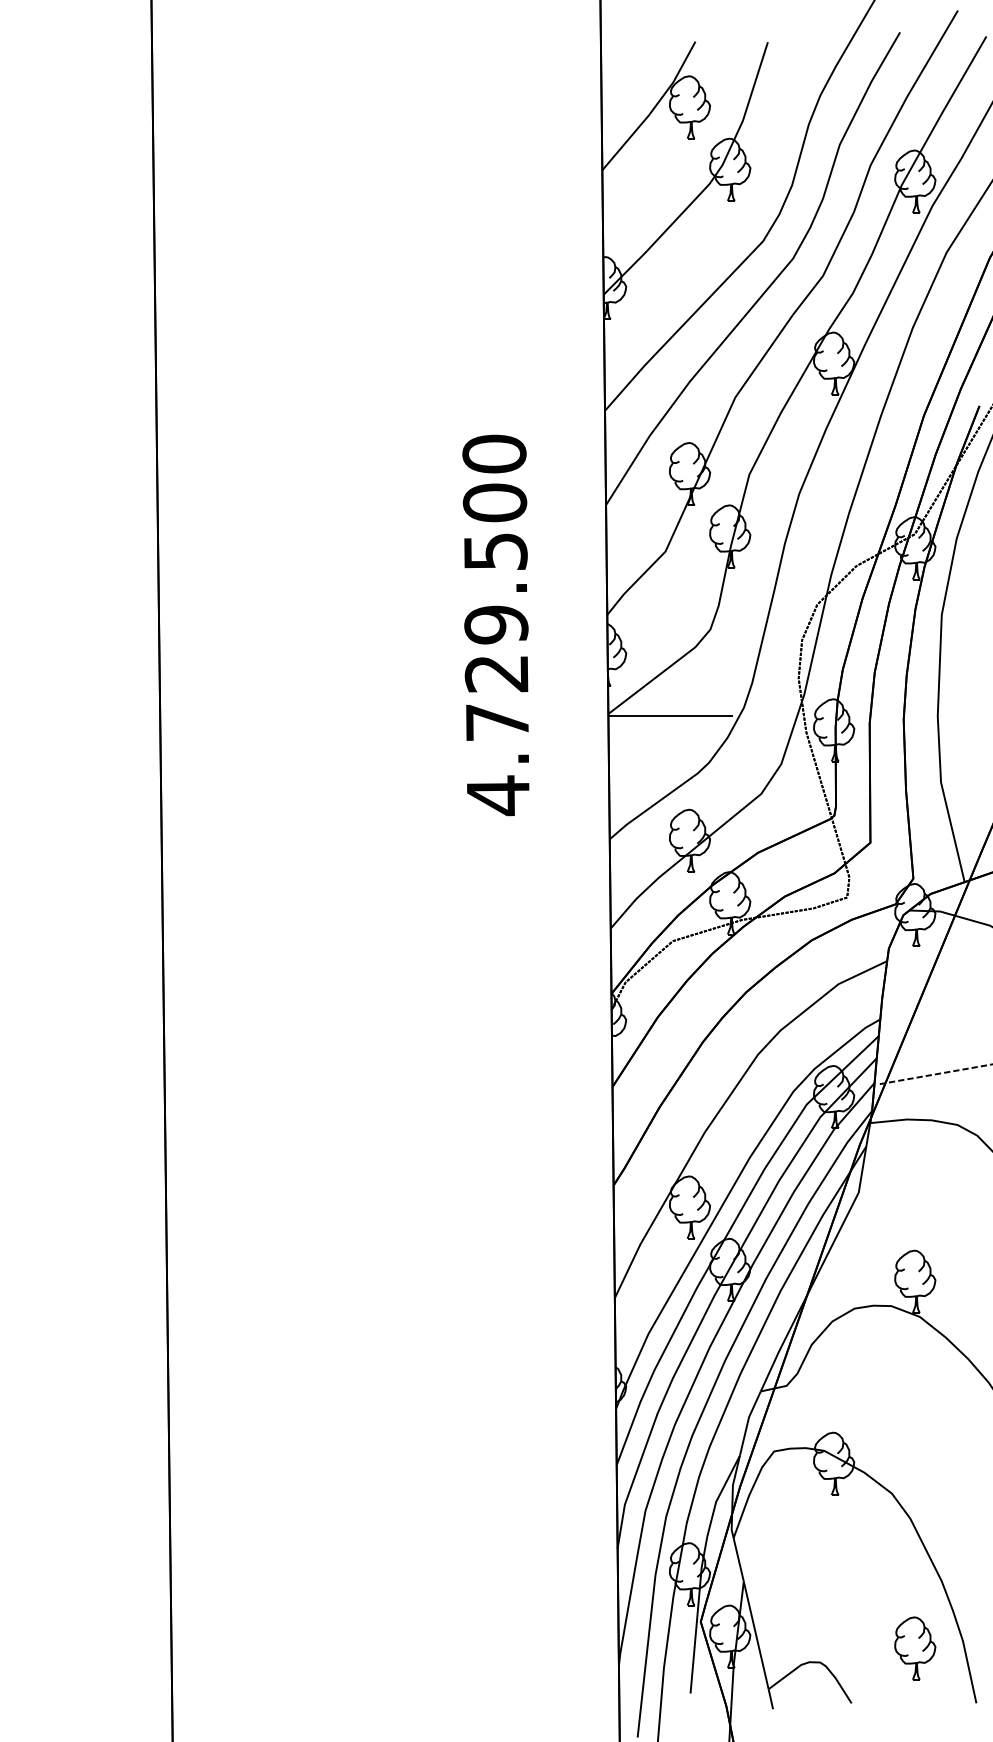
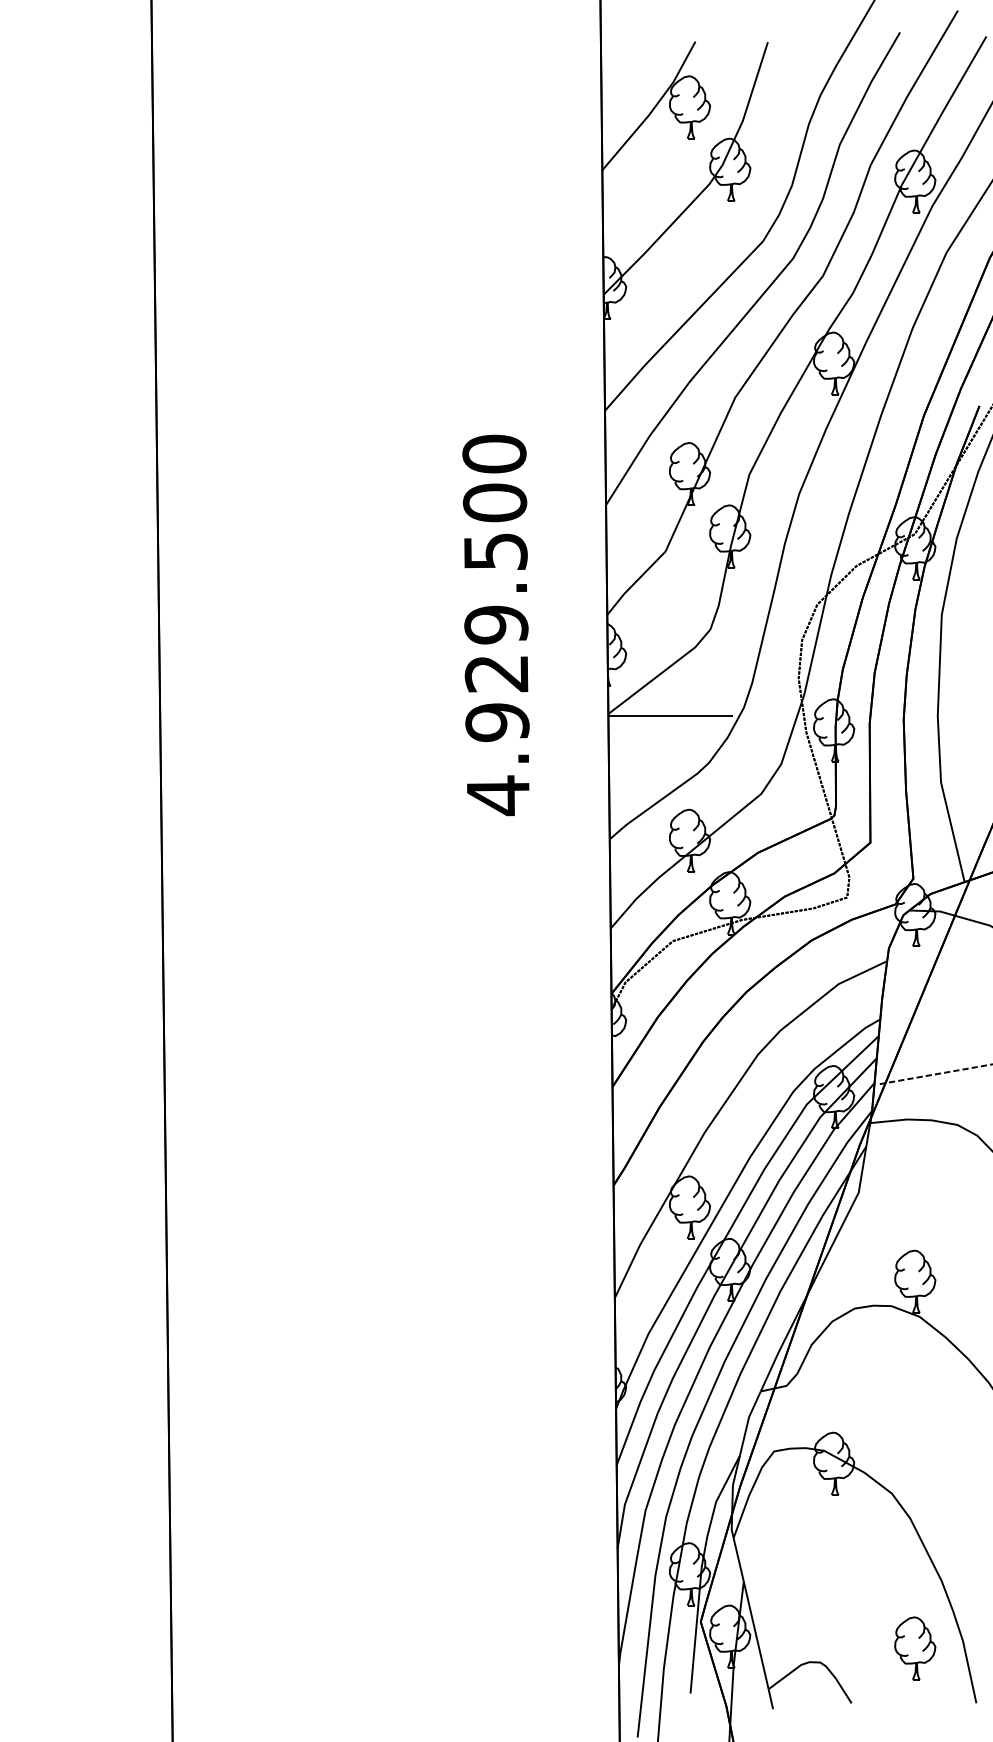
text at (497, 722): 4.729.500 -> 4.929.500
